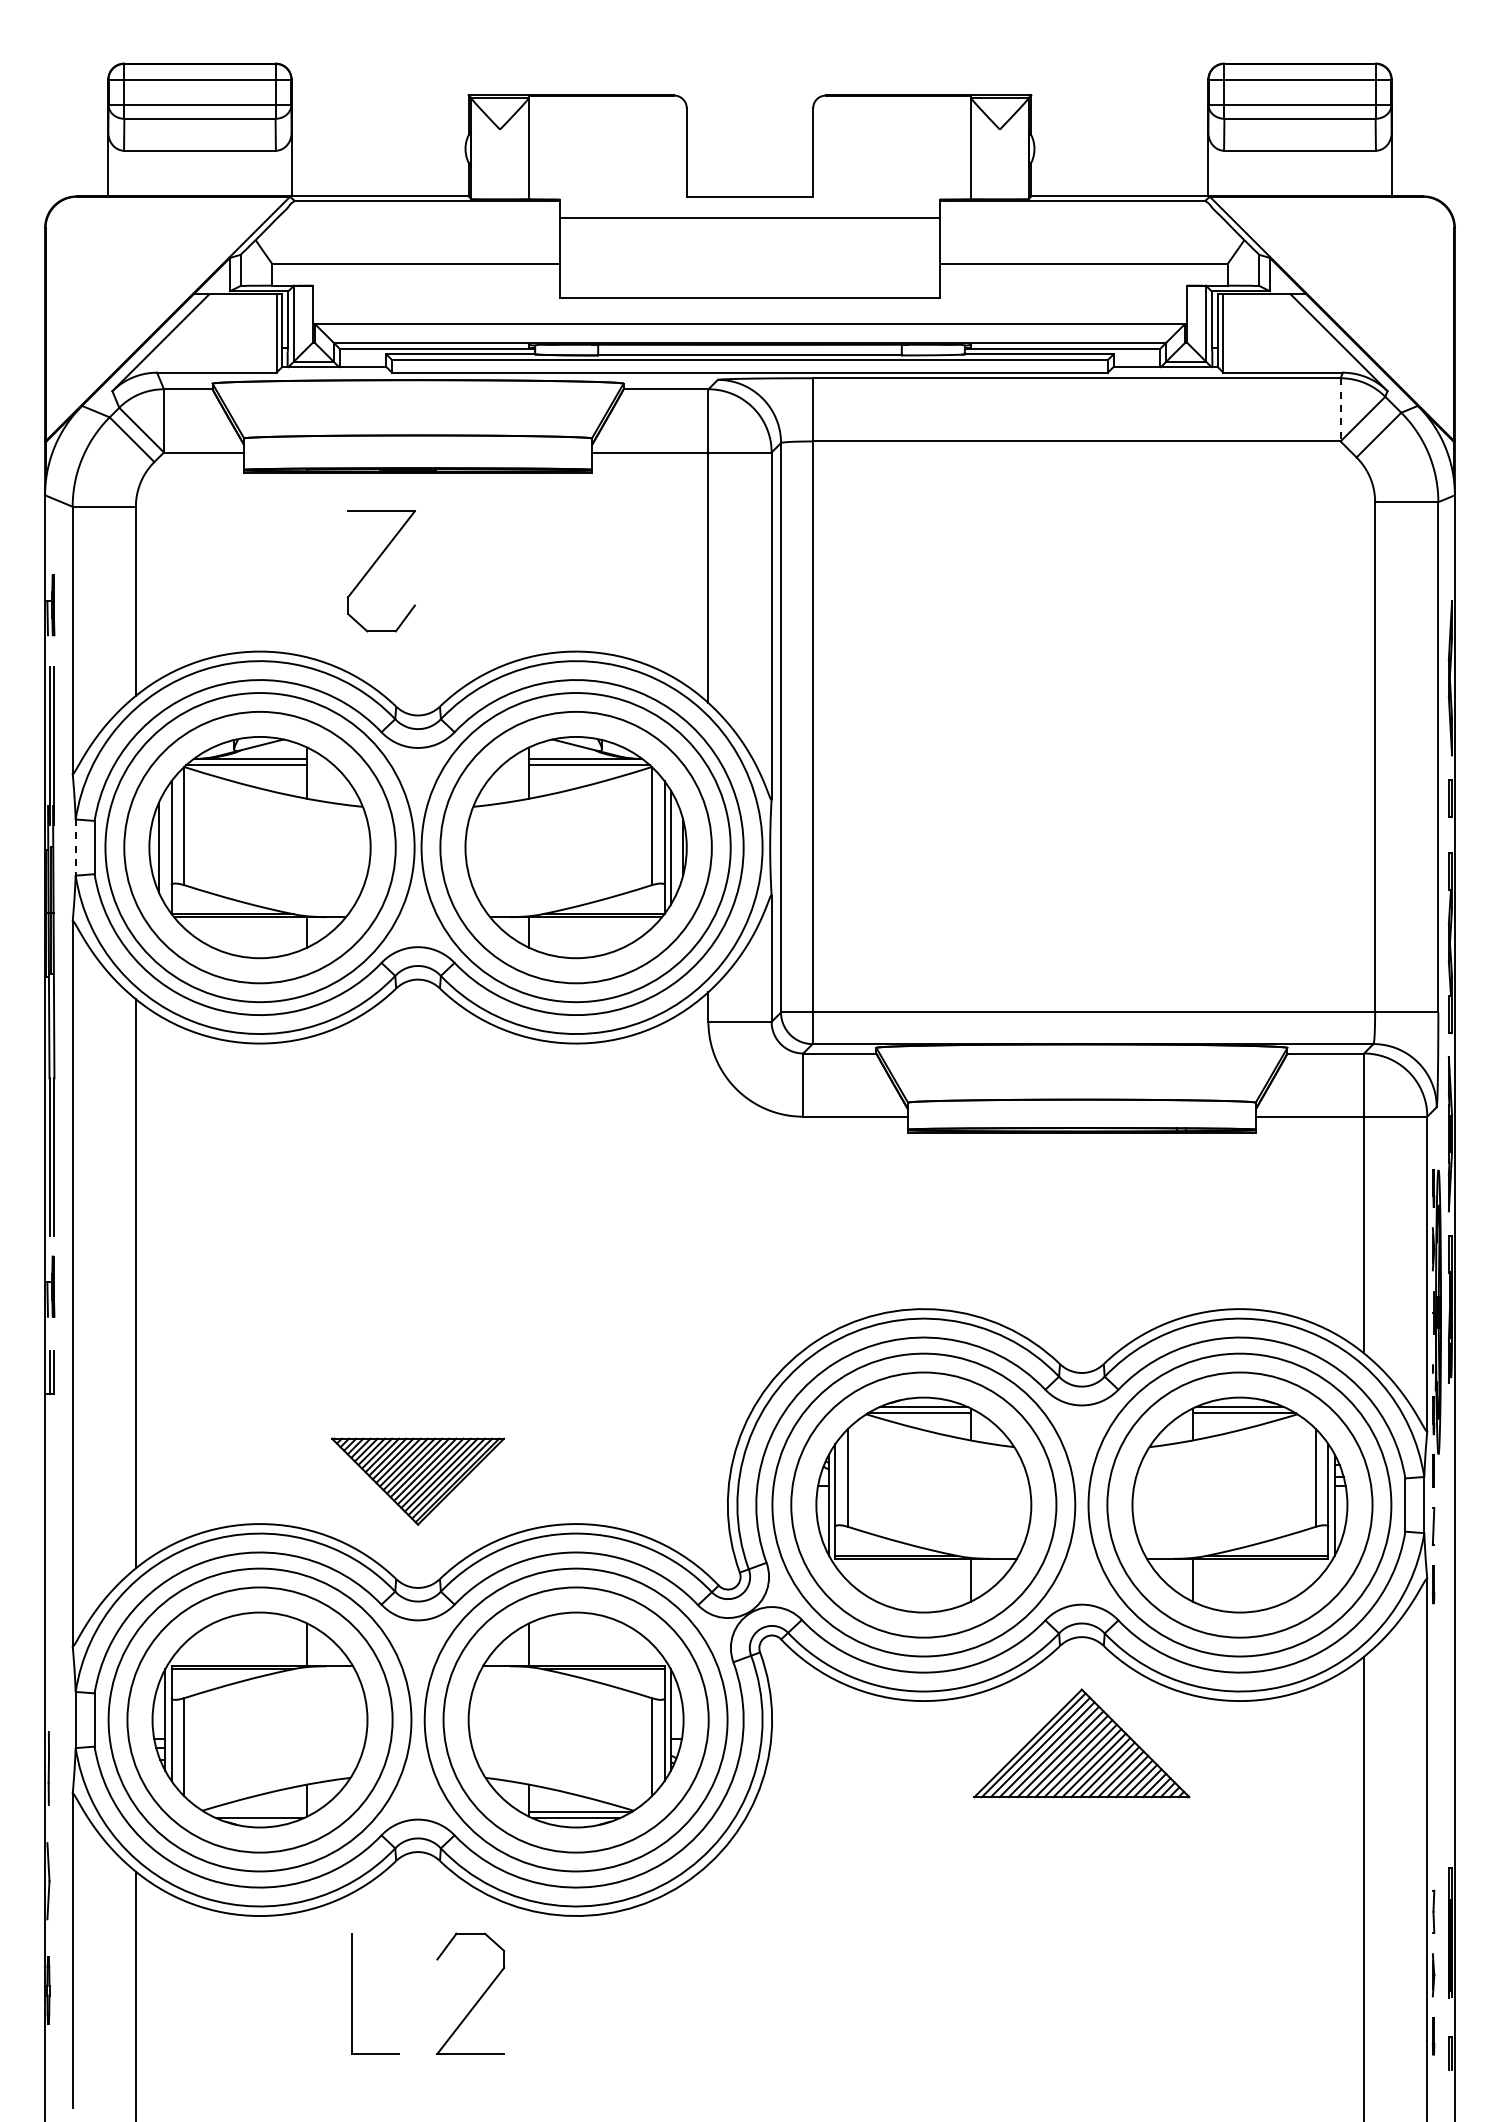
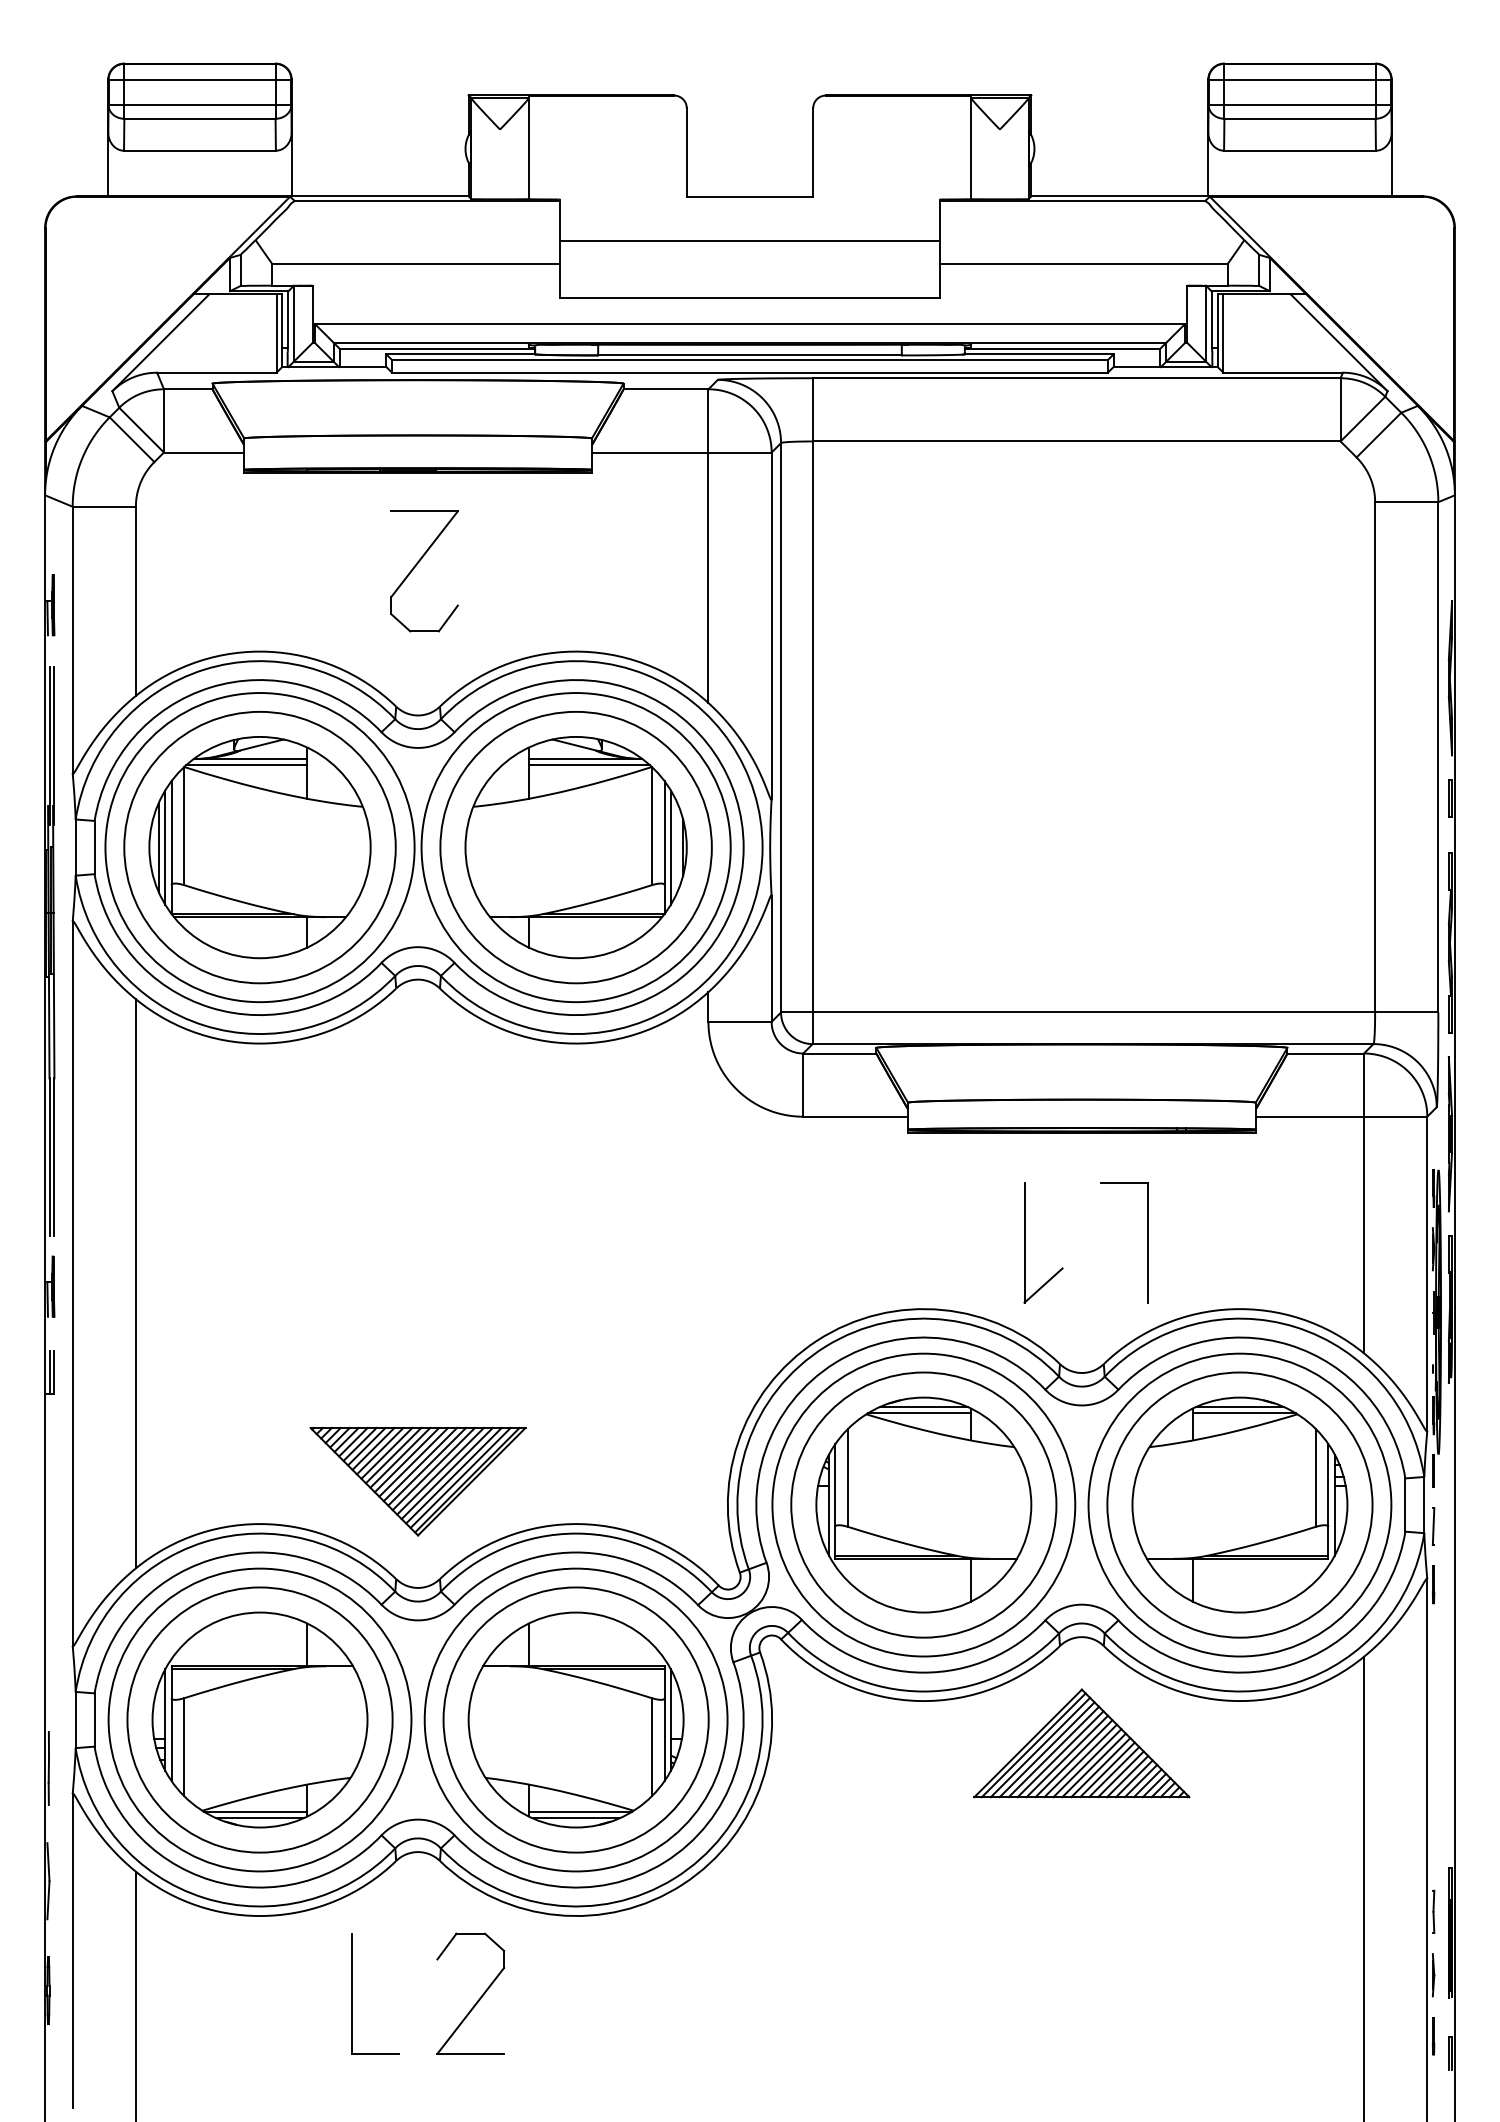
line at (749, 217) position: (749, 217) -> (749, 240)
line at (1340, 409): dashed -> solid
part at (373, 566) position: (373, 566) -> (416, 566)
line at (165, 847): none -> present
line at (75, 848): dashed -> solid
part at (1025, 1242): none -> present
part at (1147, 1242): none -> present
part at (418, 1481) size: 175x89 px -> 218x111 px
line at (255, 1811): none -> present
